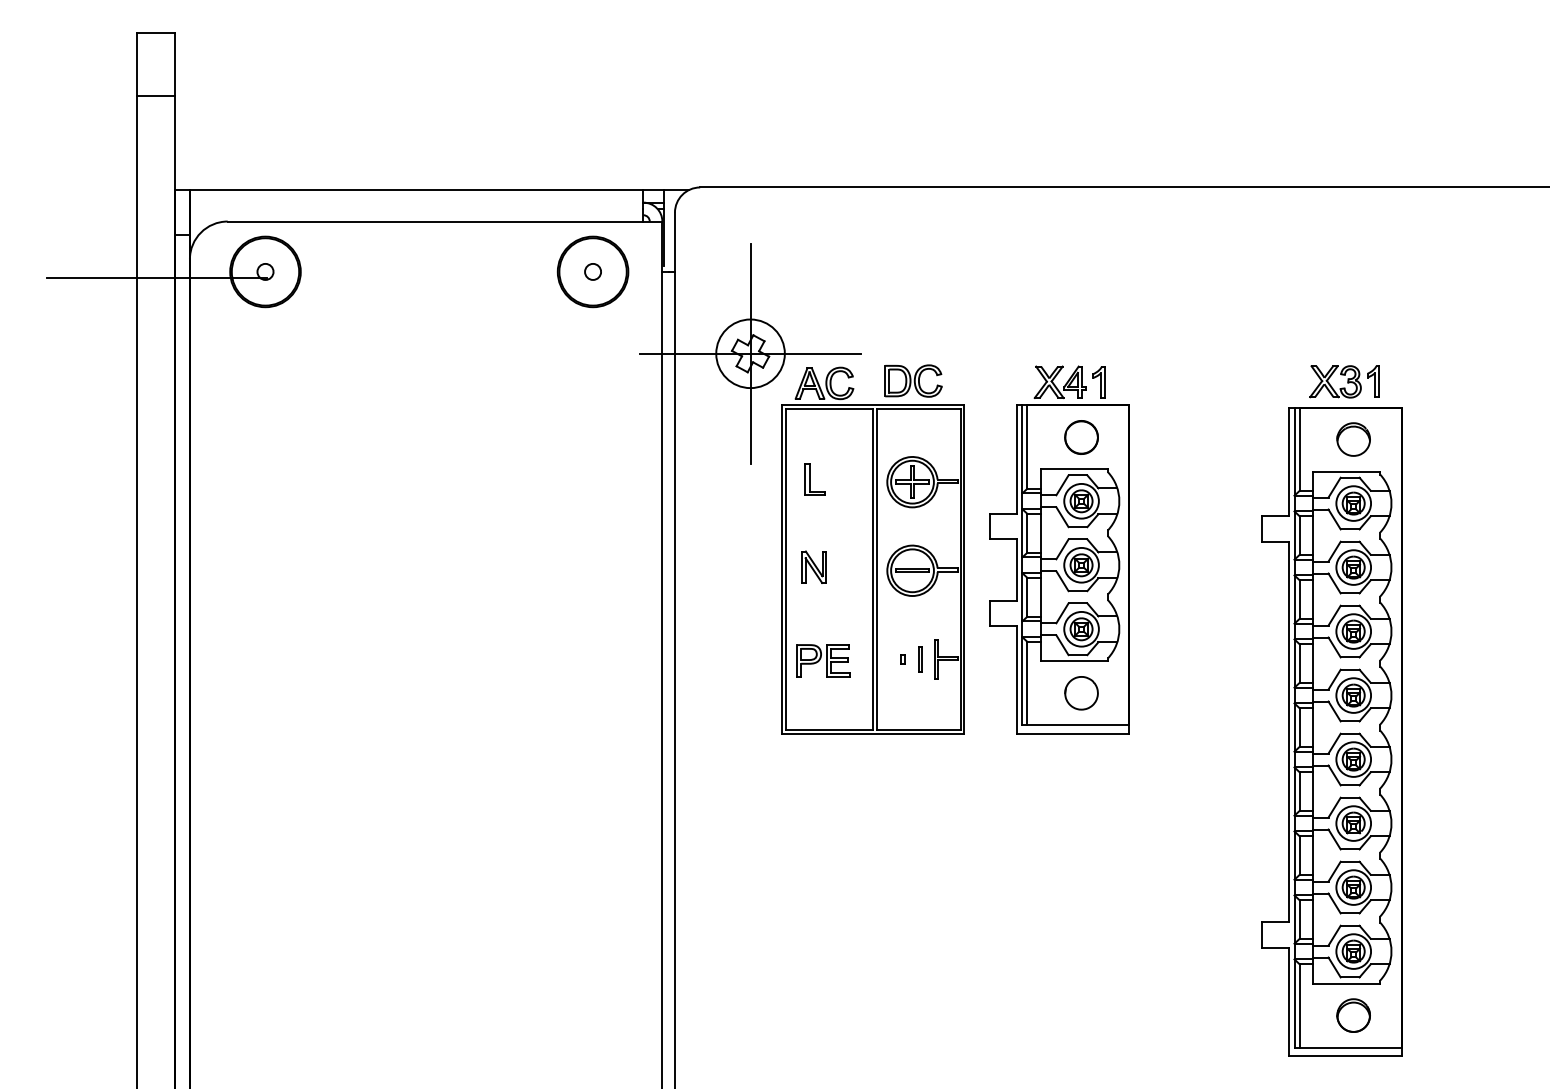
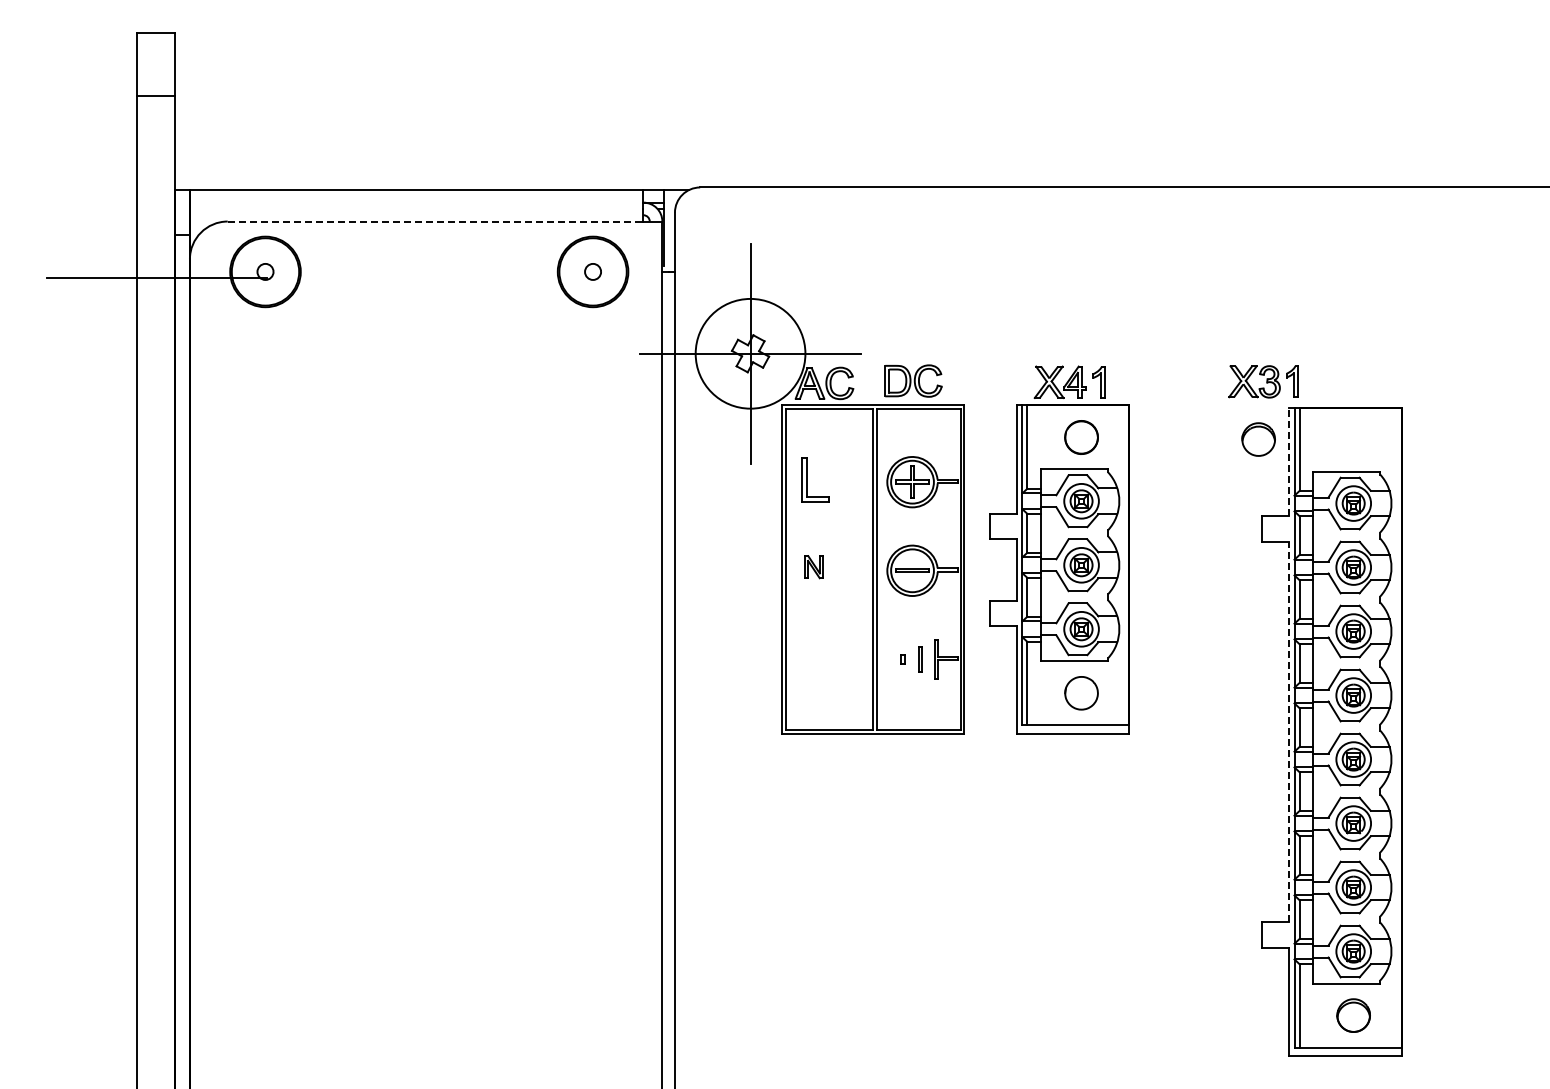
line at (435, 221): solid -> dashed
circle at (750, 353) diameter: 69 px -> 110 px
part at (1344, 381) position: (1344, 381) -> (1263, 381)
part at (1353, 439) position: (1353, 439) -> (1258, 439)
line at (1289, 461): solid -> dashed
part at (814, 479) size: 22x33 px -> 29x46 px
part at (813, 566) size: 26x34 px -> 20x25 px
part at (823, 660): present -> none
line at (1289, 731): solid -> dashed
